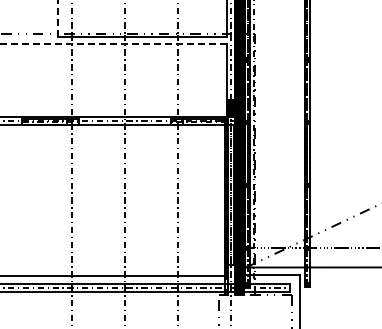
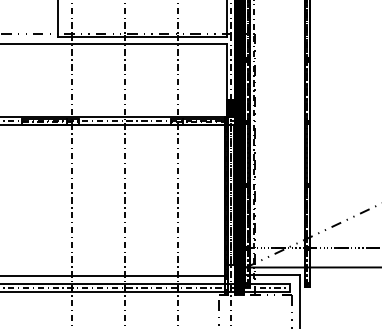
line at (57, 18): dashed -> solid
line at (113, 44): dashed -> solid
